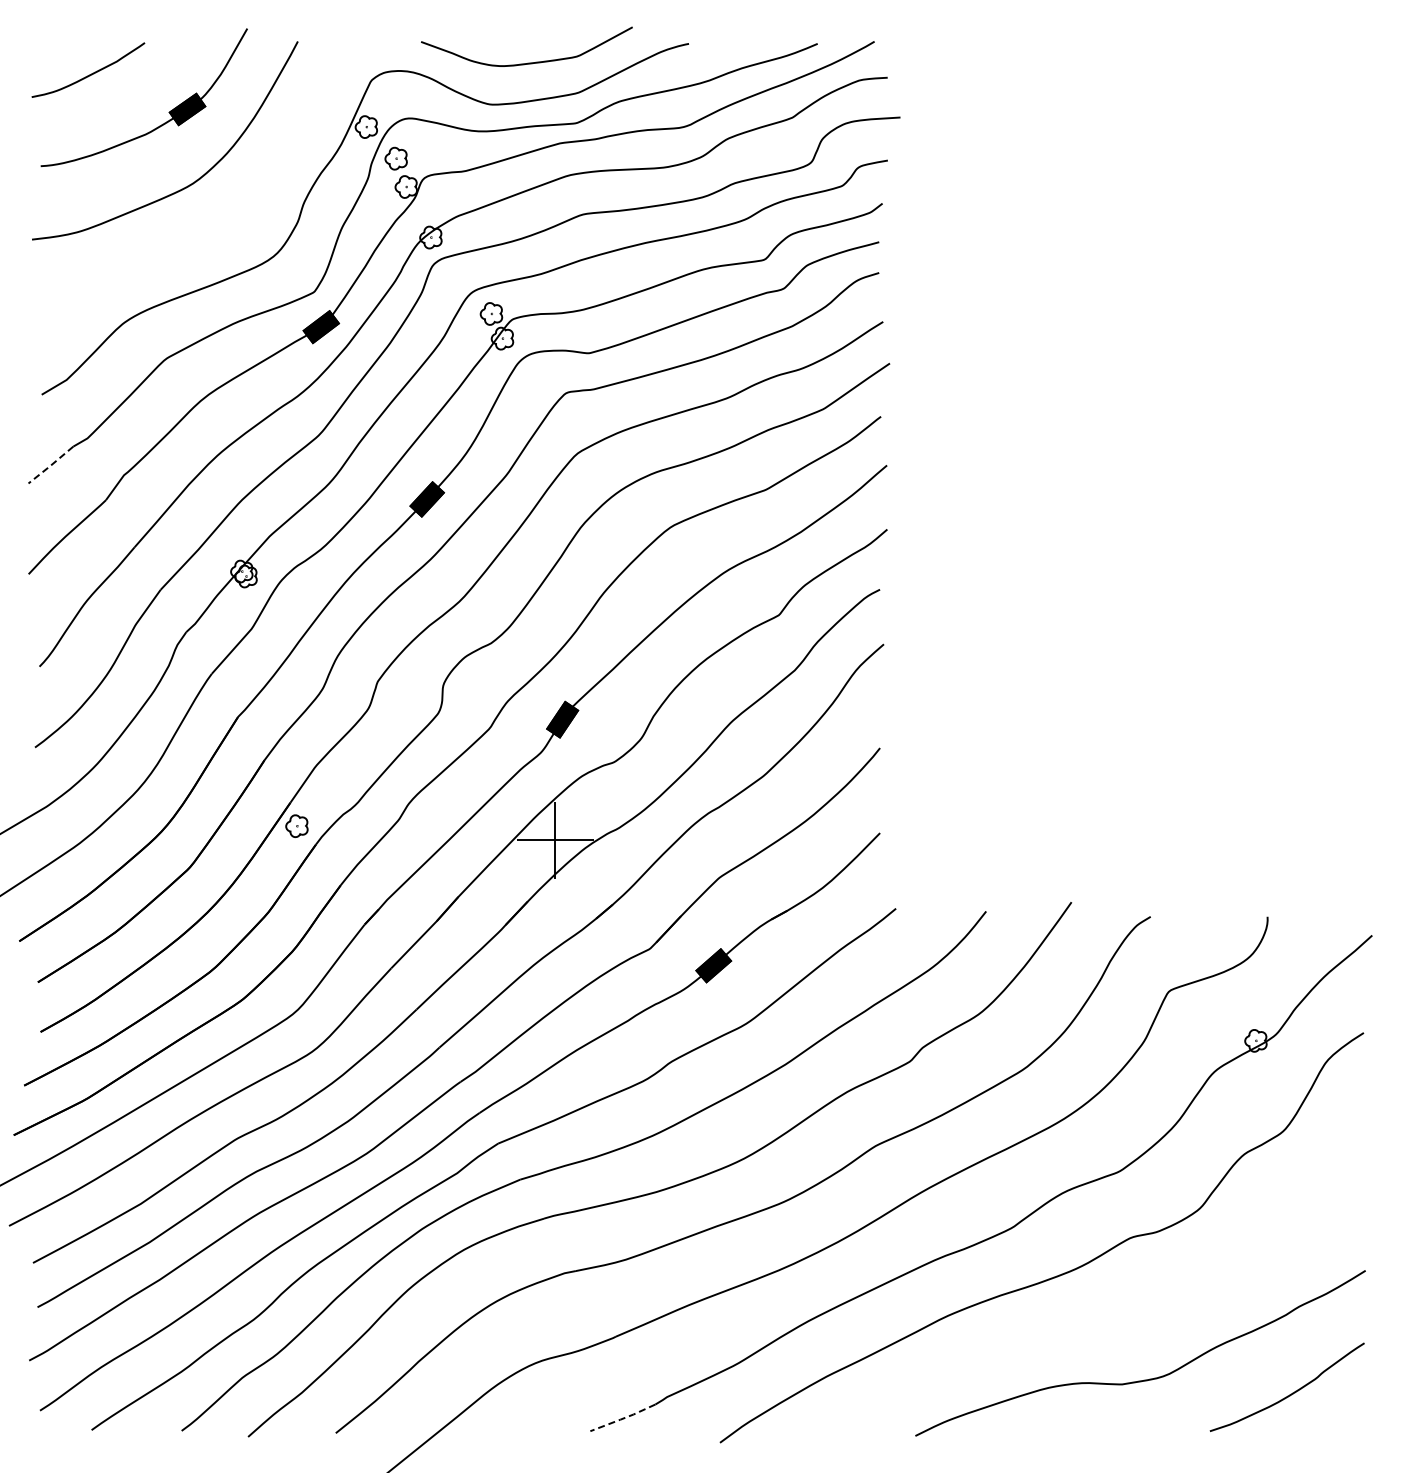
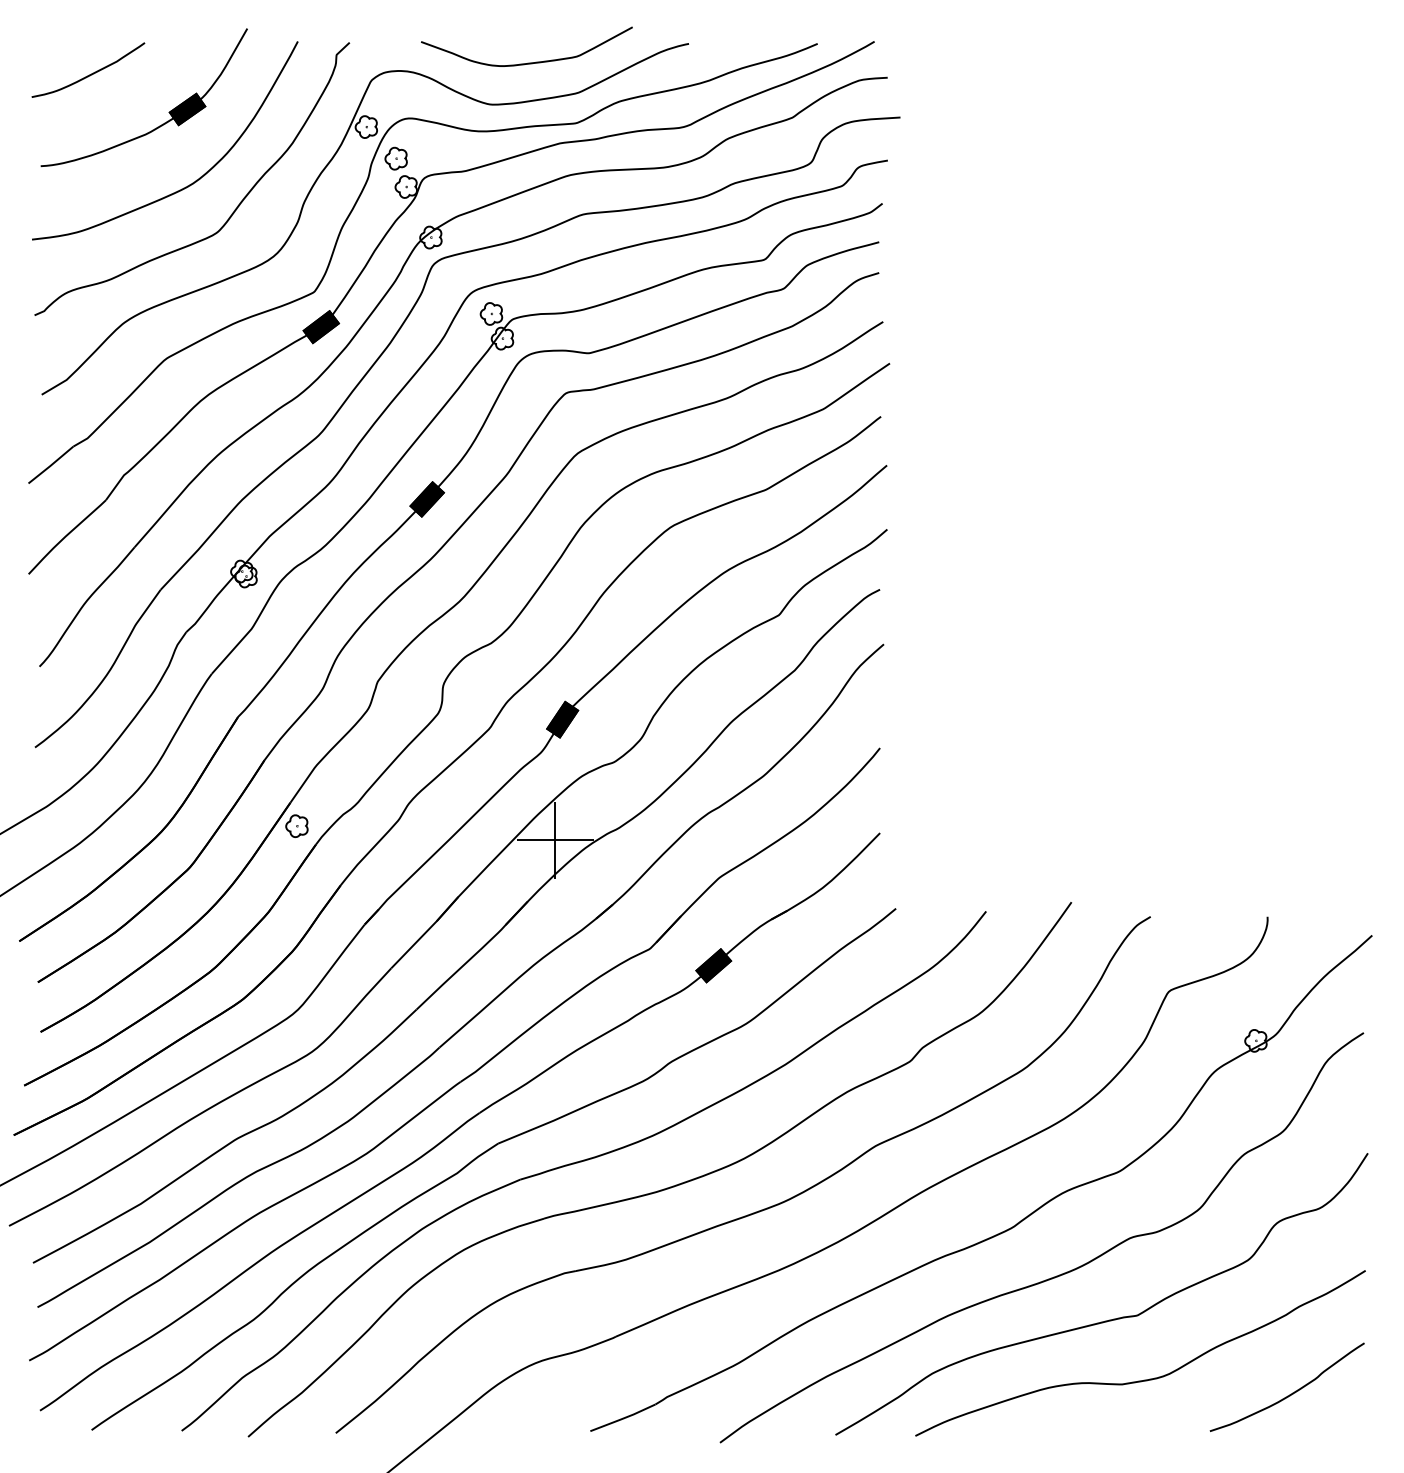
curve at (234, 209): none -> present
line at (50, 465): dashed -> solid
curve at (1109, 1319): none -> present
line at (623, 1418): dashed -> solid
